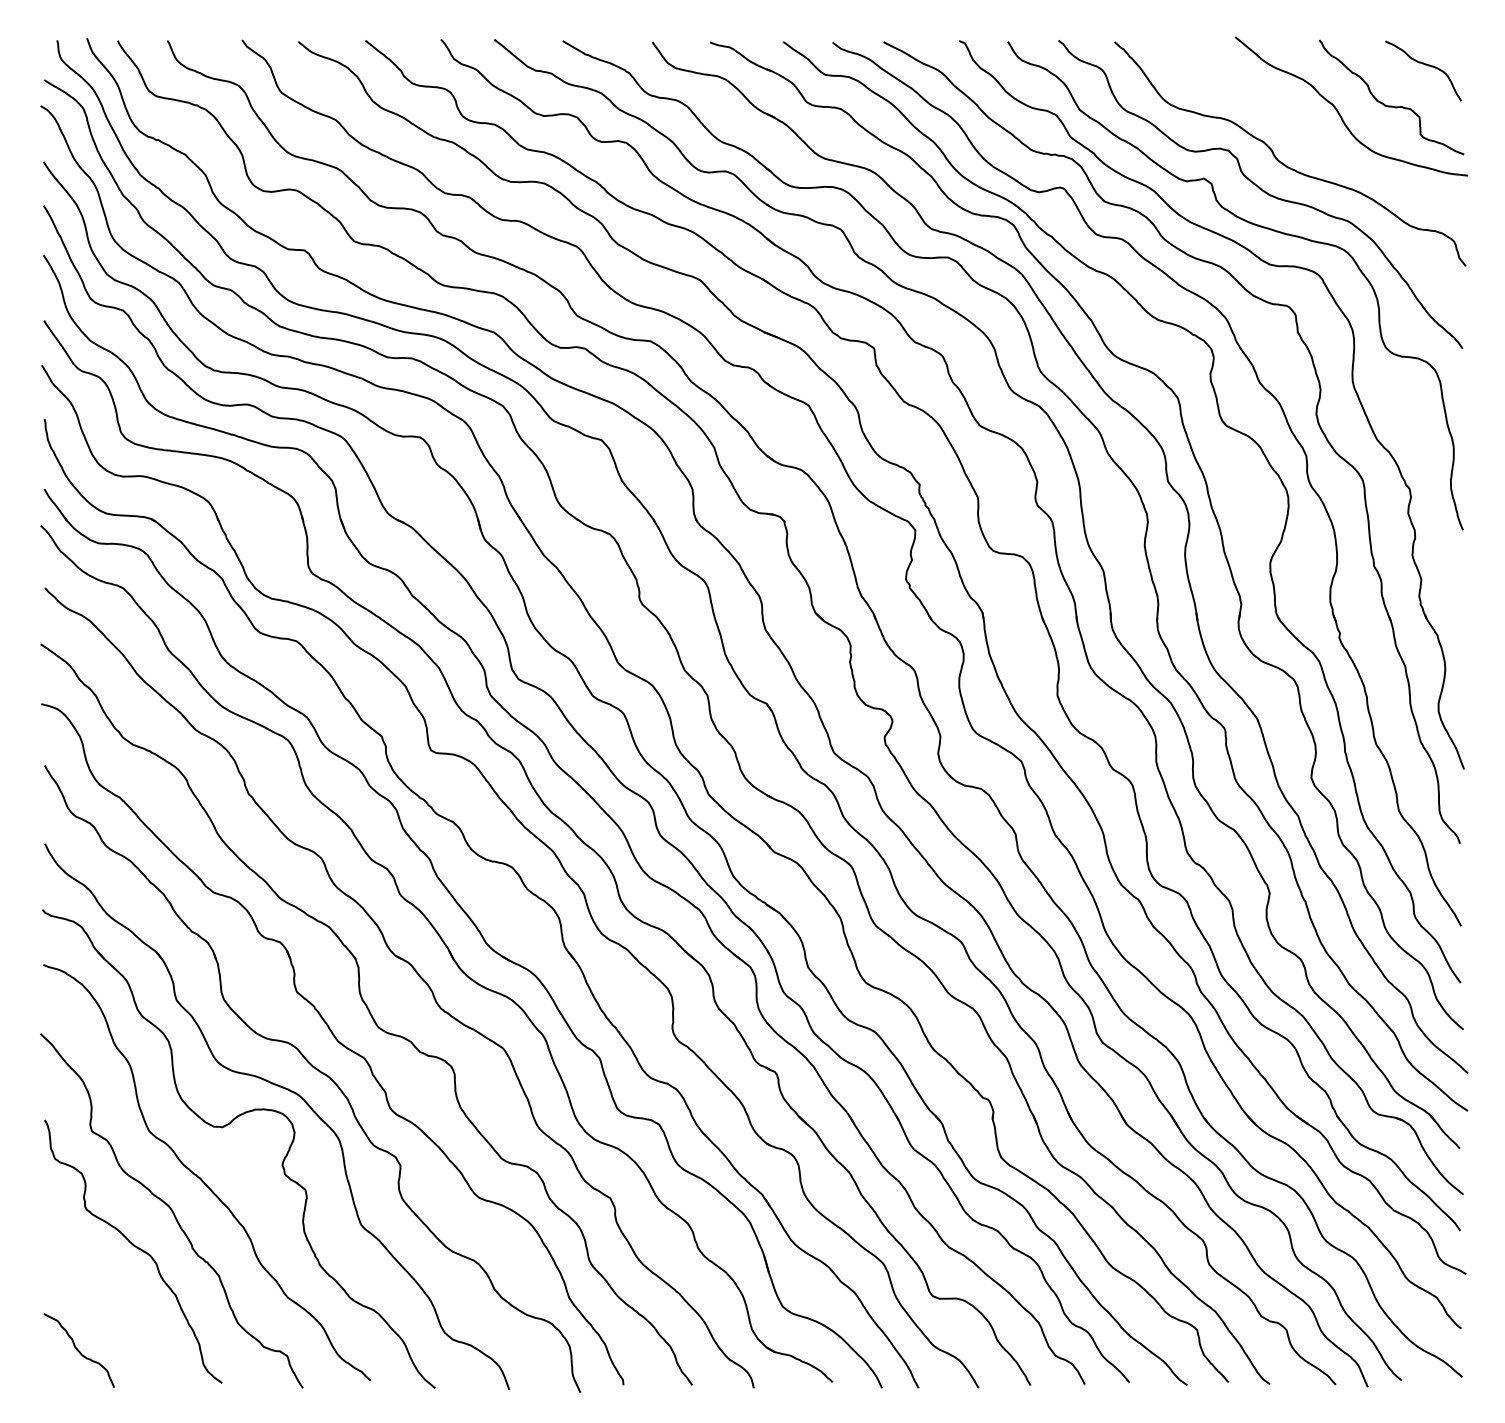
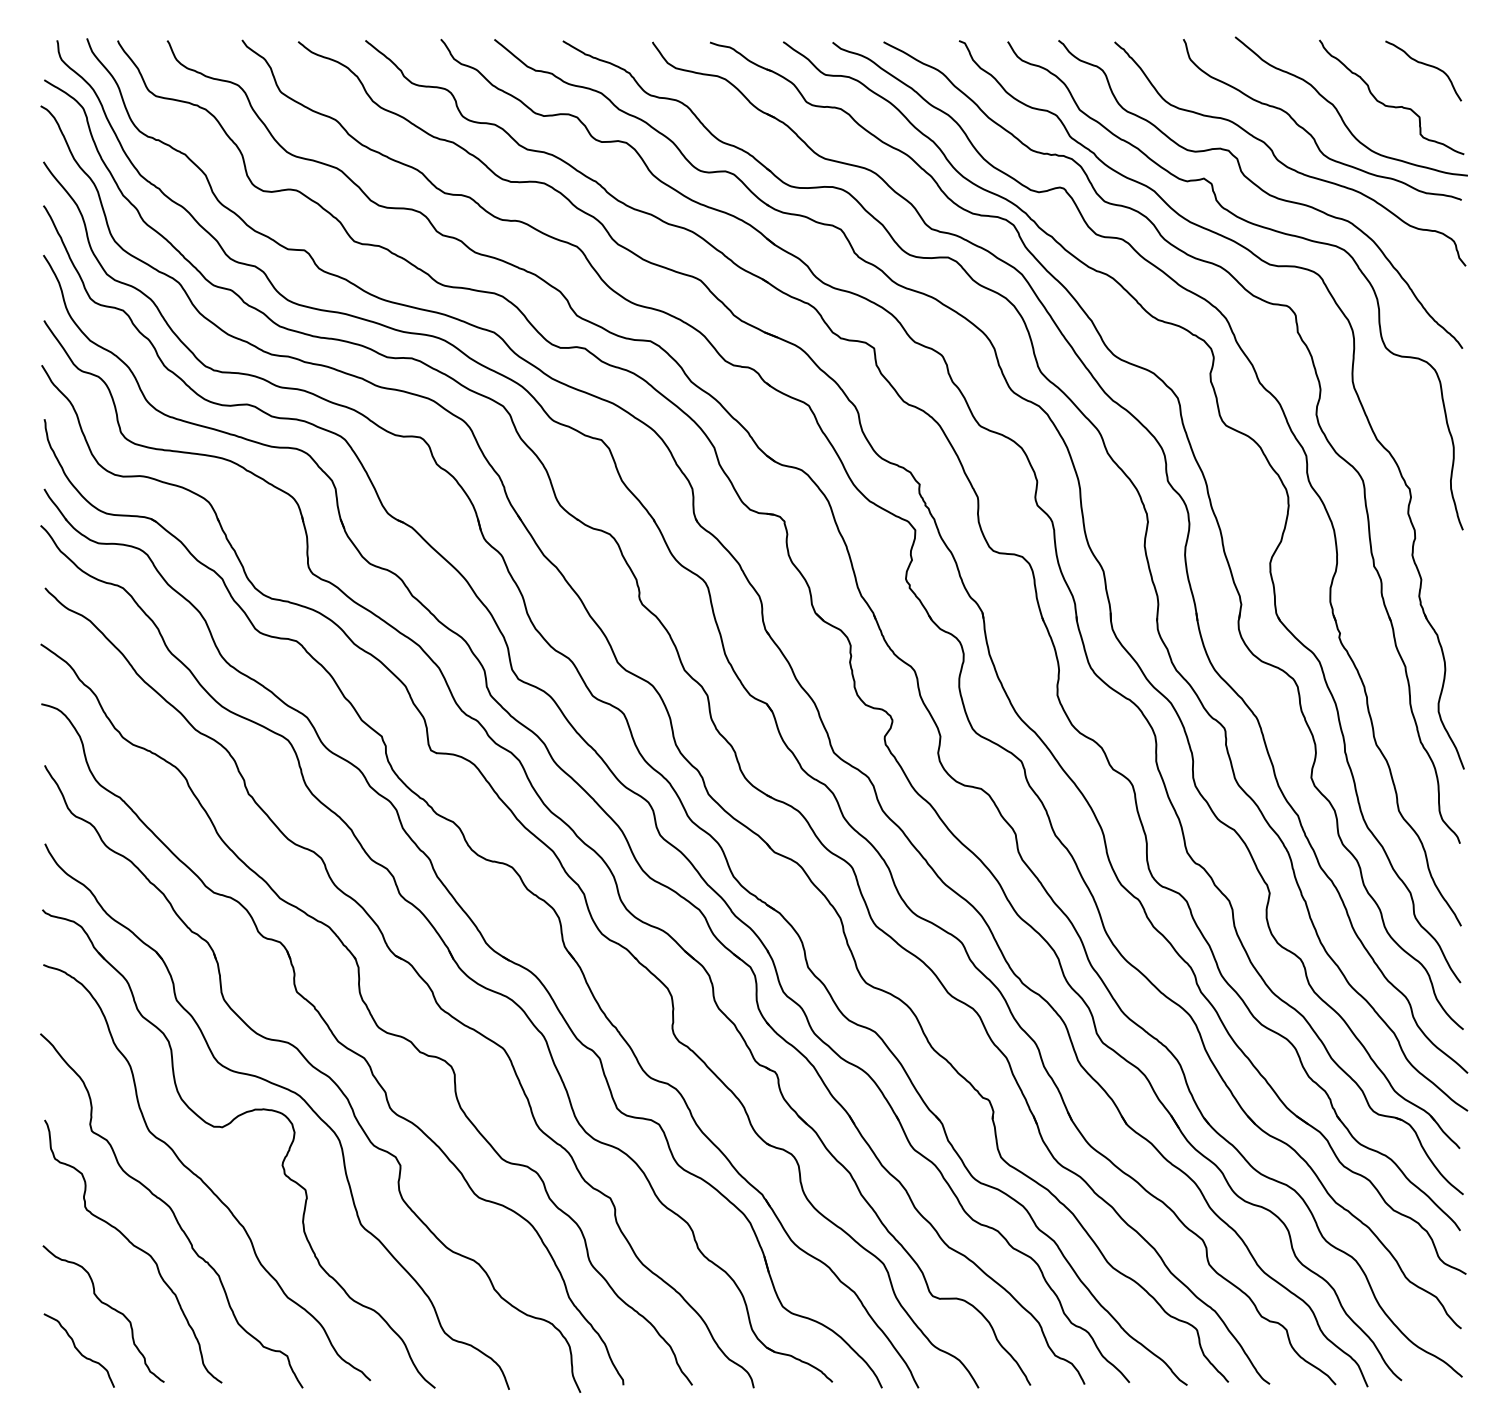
curve at (1309, 132): none -> present
curve at (107, 1306): none -> present
